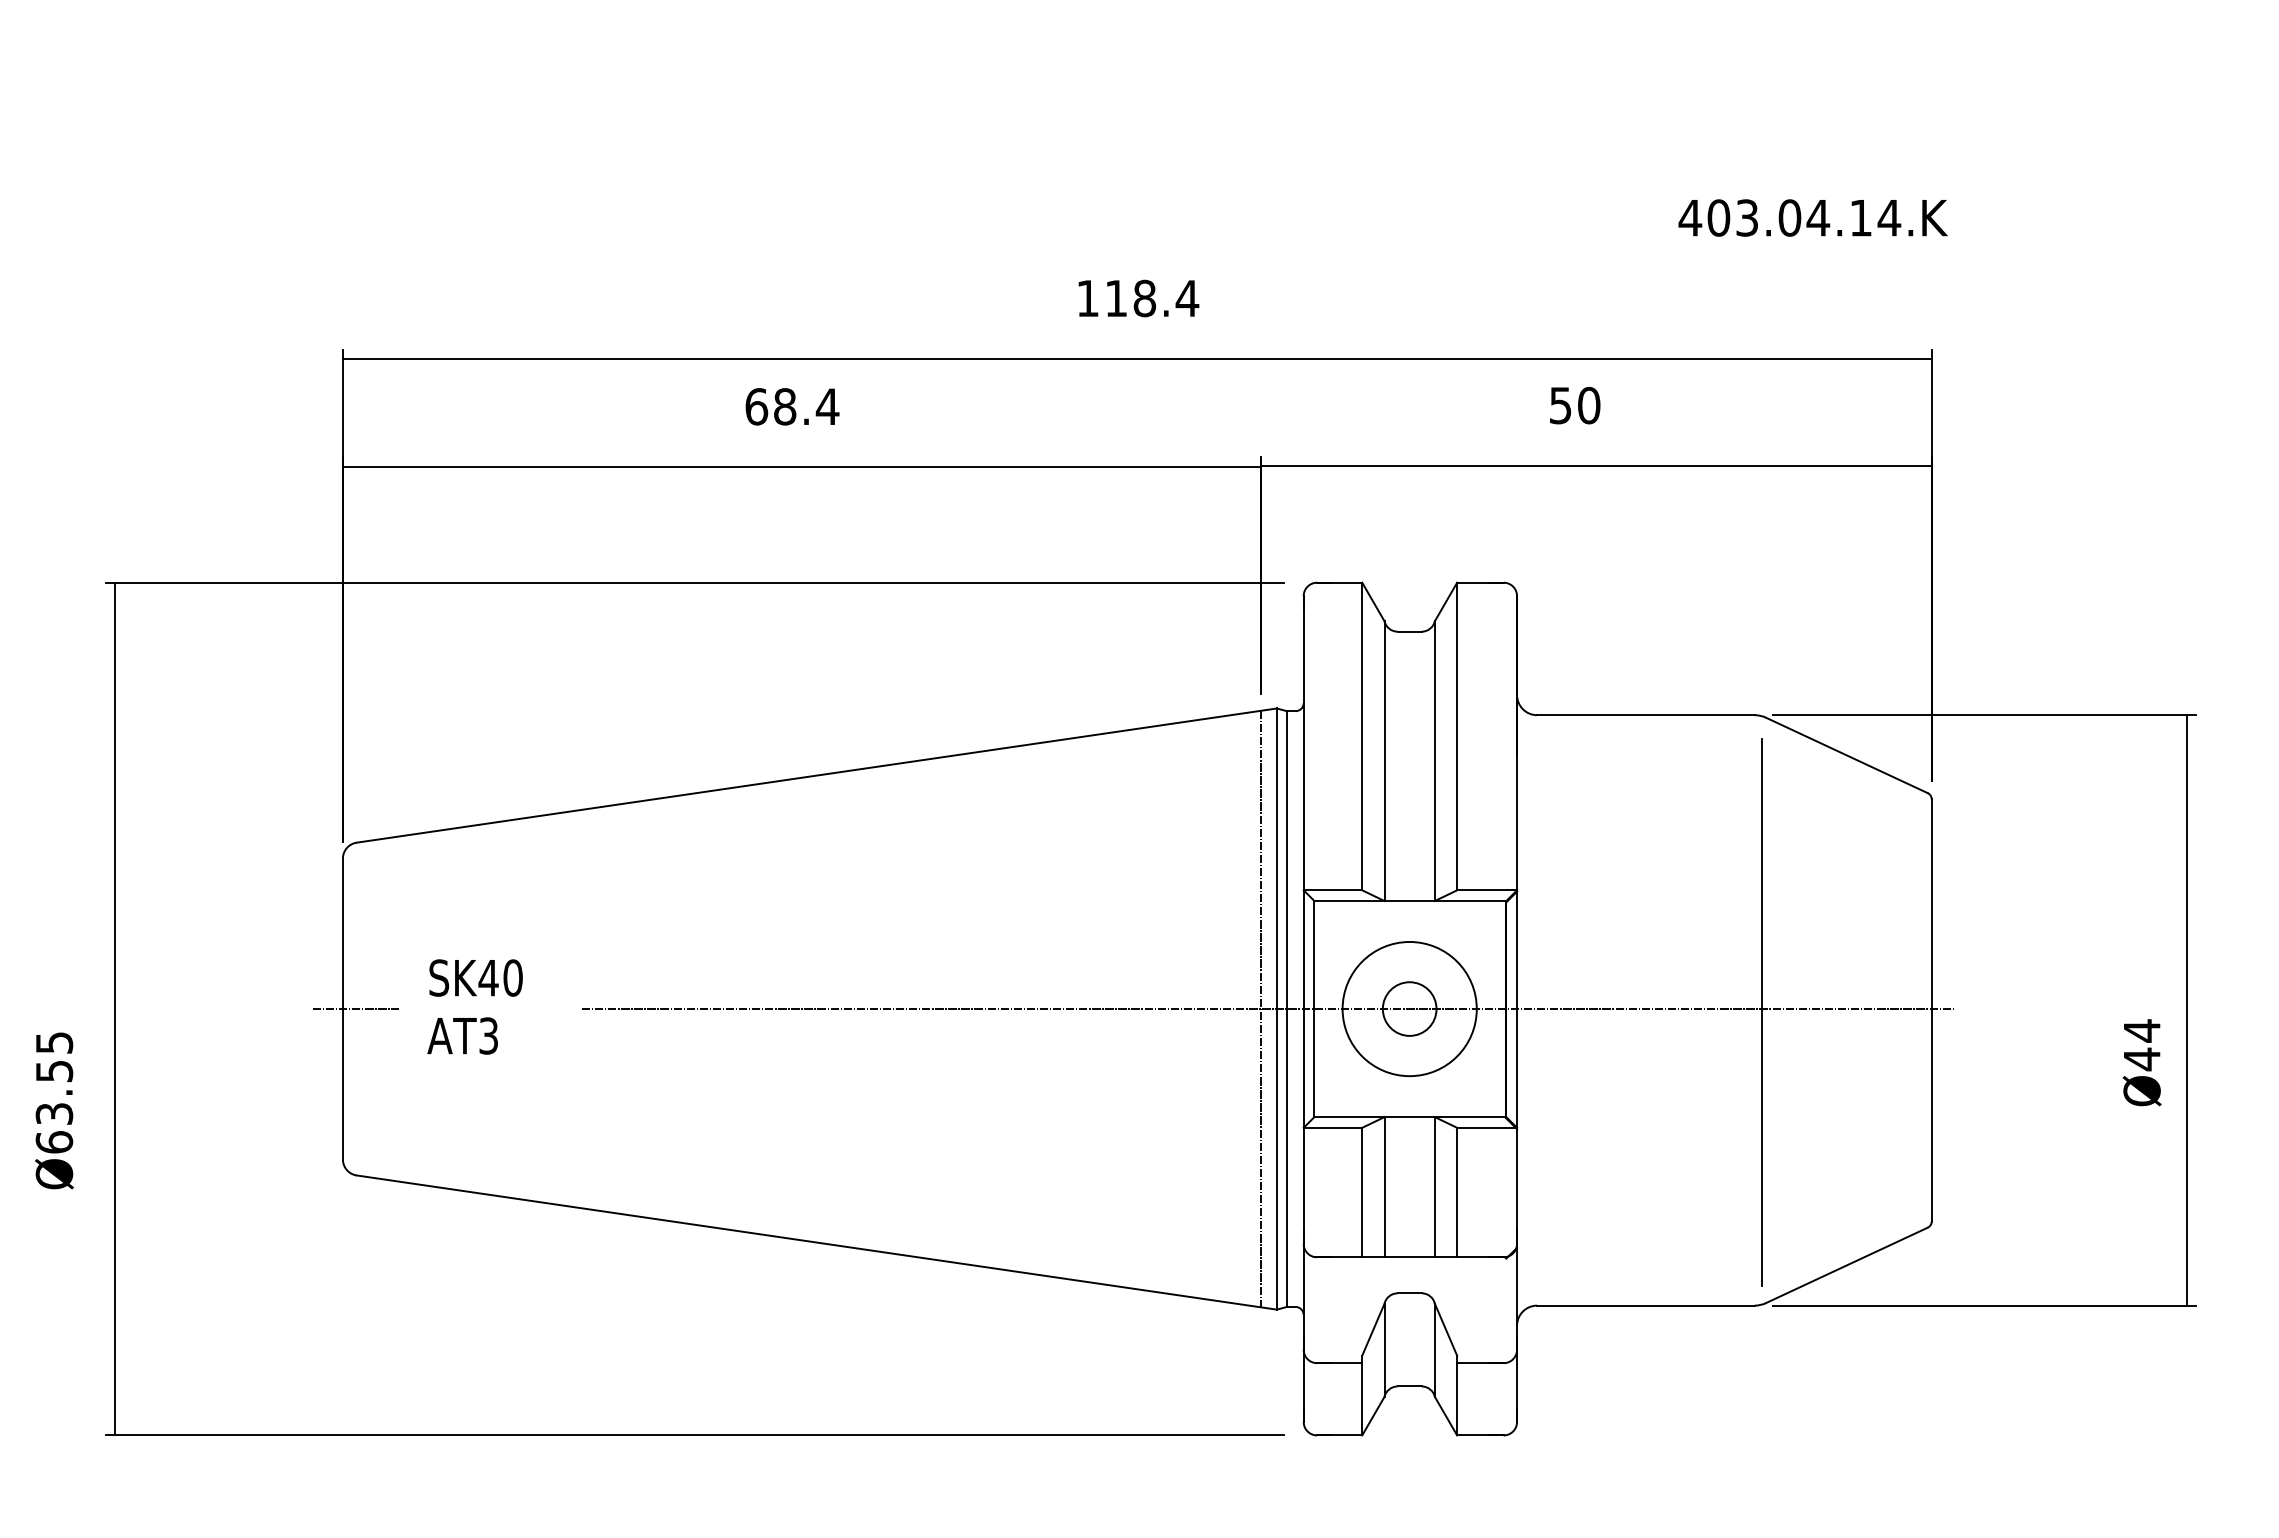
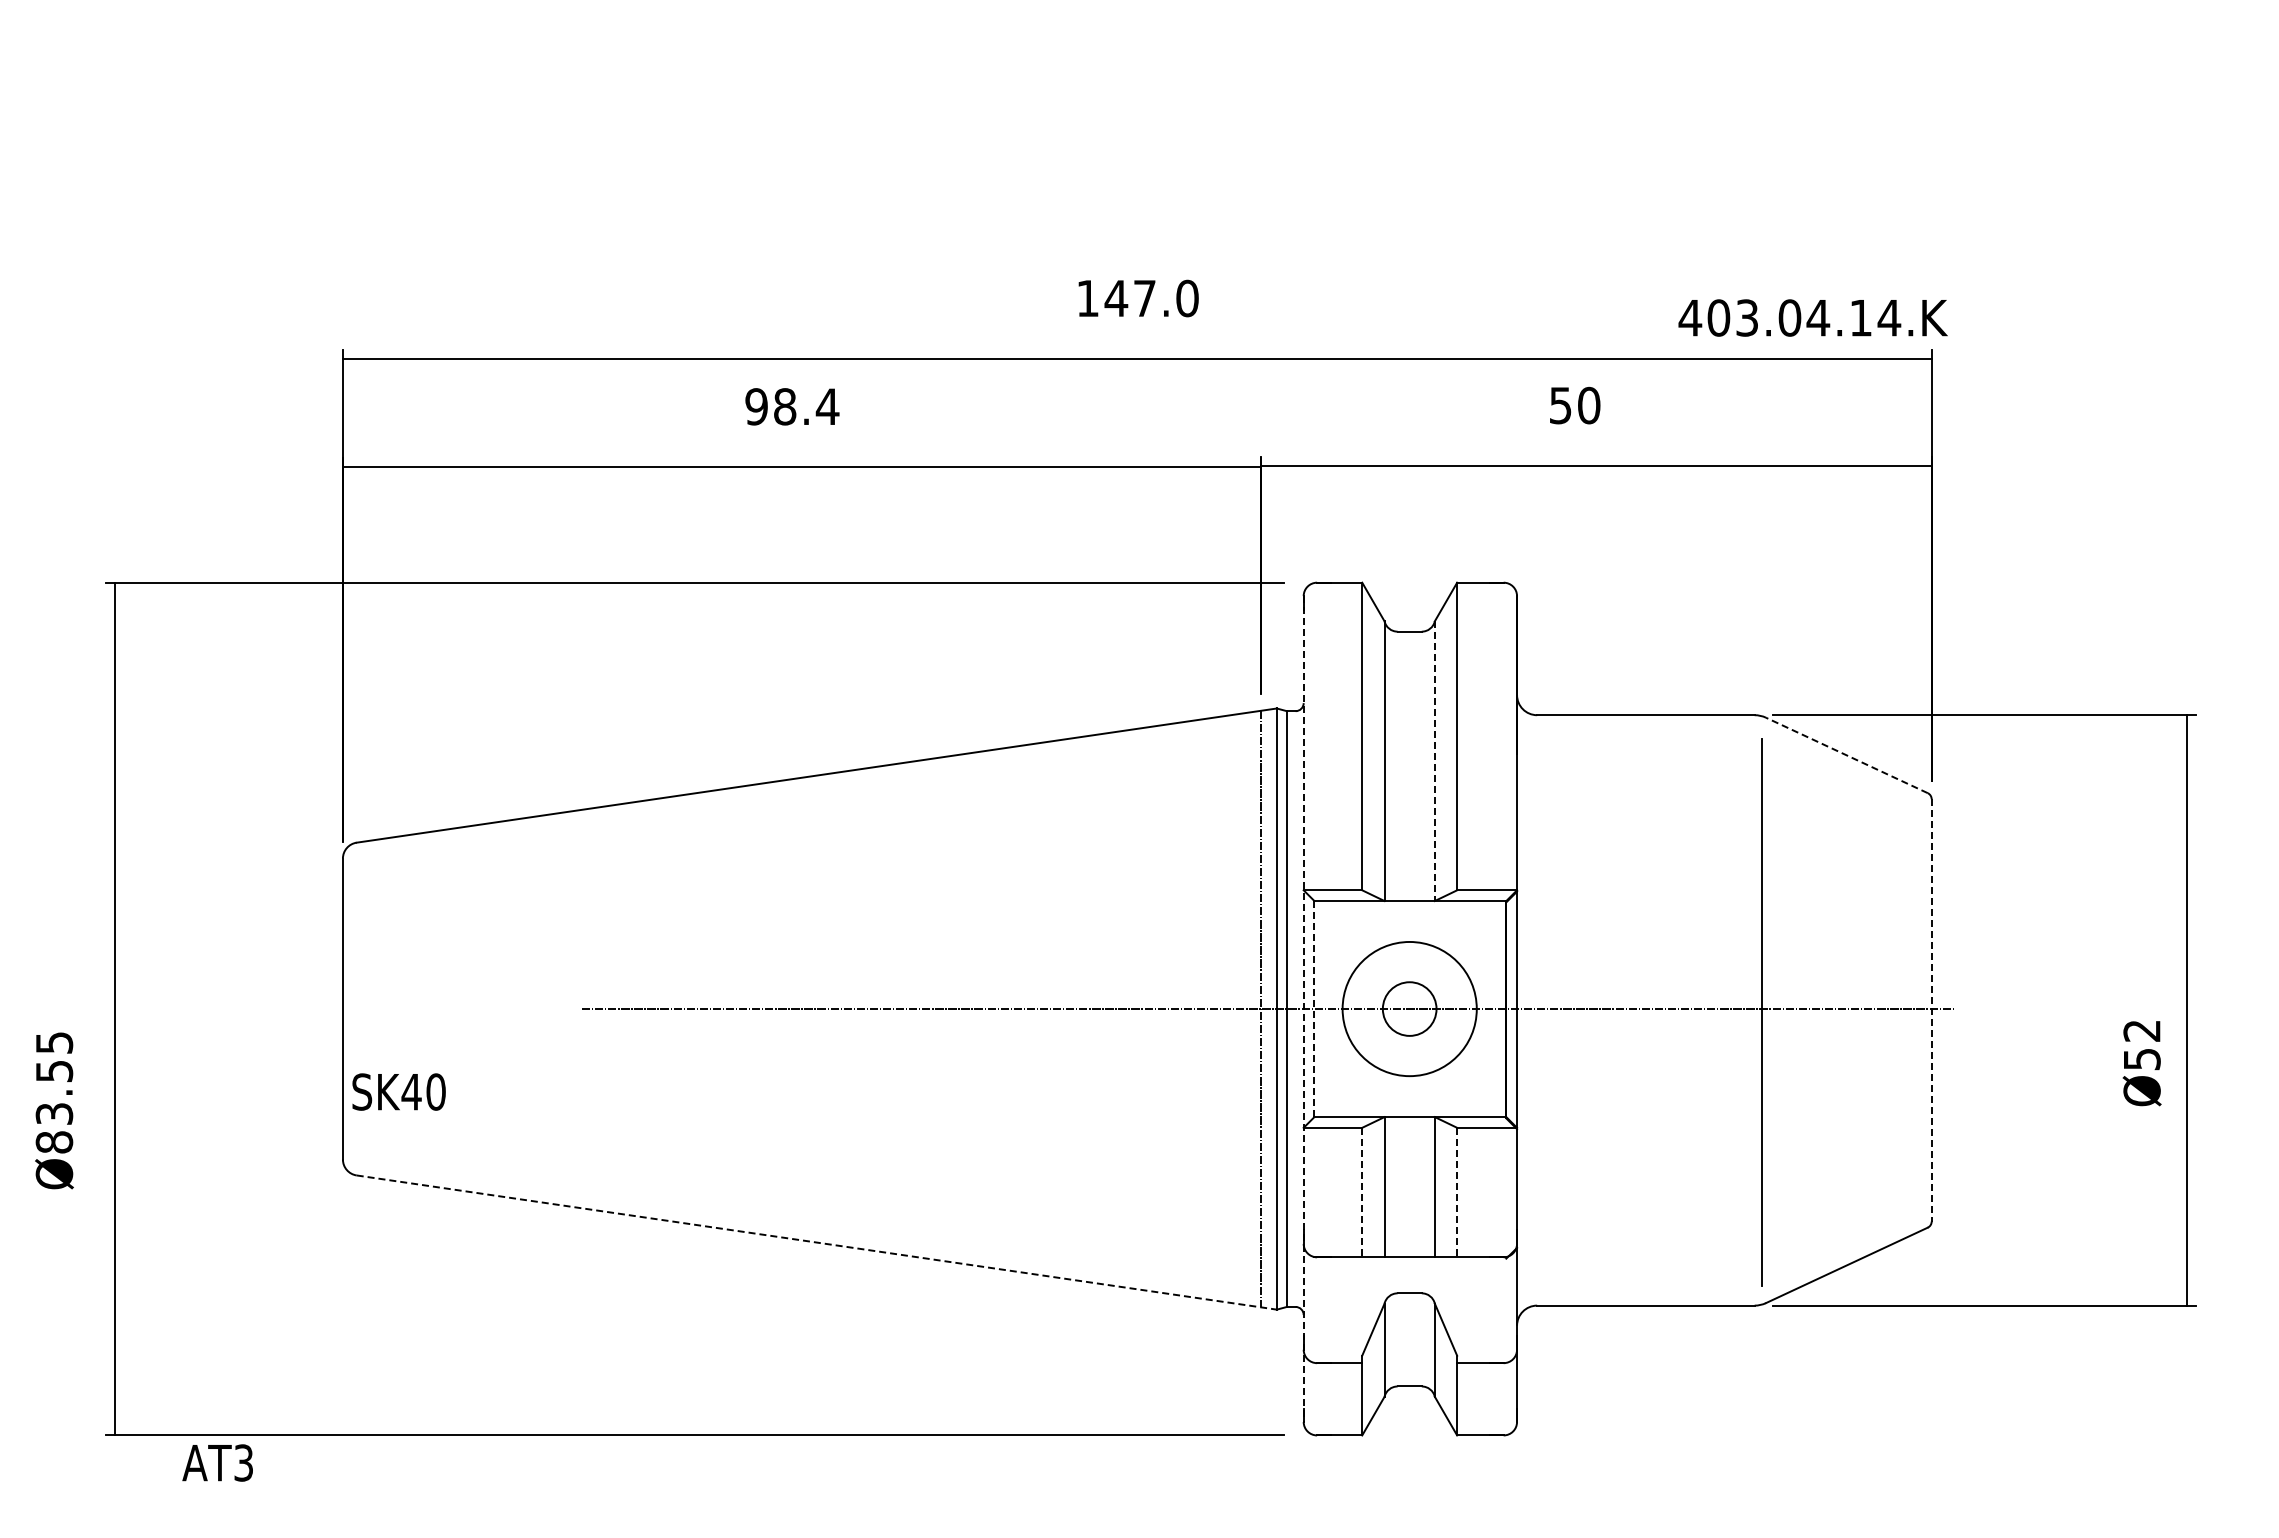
text at (1812, 217) position: (1812, 217) -> (1812, 317)
text at (1151, 298): 118.4 -> 147.0
text at (756, 406): 68.4 -> 98.4
line at (1846, 755): solid -> dashed
line at (1434, 761): solid -> dashed
text at (475, 977) position: (475, 977) -> (398, 1091)
line at (355, 1009): present -> none
line at (1303, 1009): solid -> dashed
line at (1314, 1009): solid -> dashed
line at (1931, 1010): solid -> dashed
text at (462, 1035) position: (462, 1035) -> (217, 1462)
text at (2141, 1045): Ø44 -> Ø52
text at (54, 1142): Ø63.55 -> Ø83.55
line at (1362, 1192): solid -> dashed
line at (1457, 1192): solid -> dashed
line at (816, 1242): solid -> dashed
